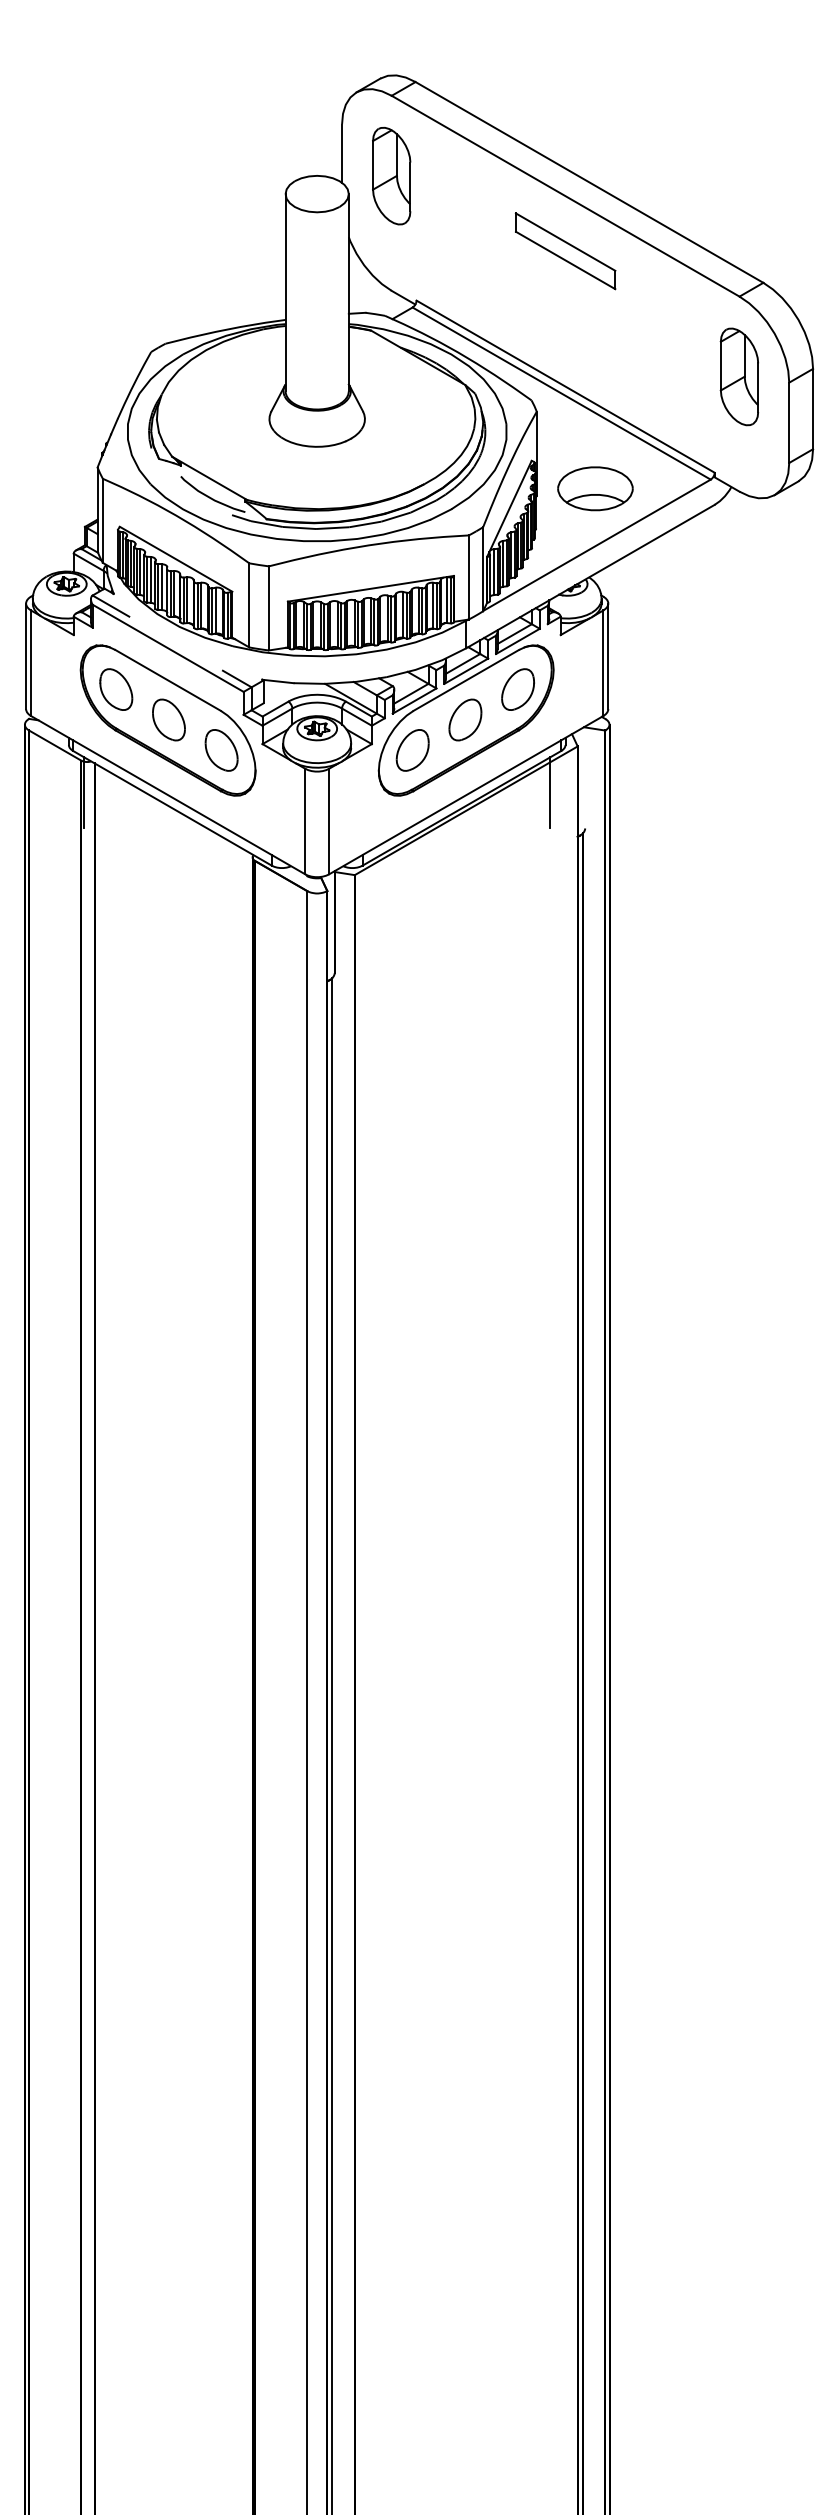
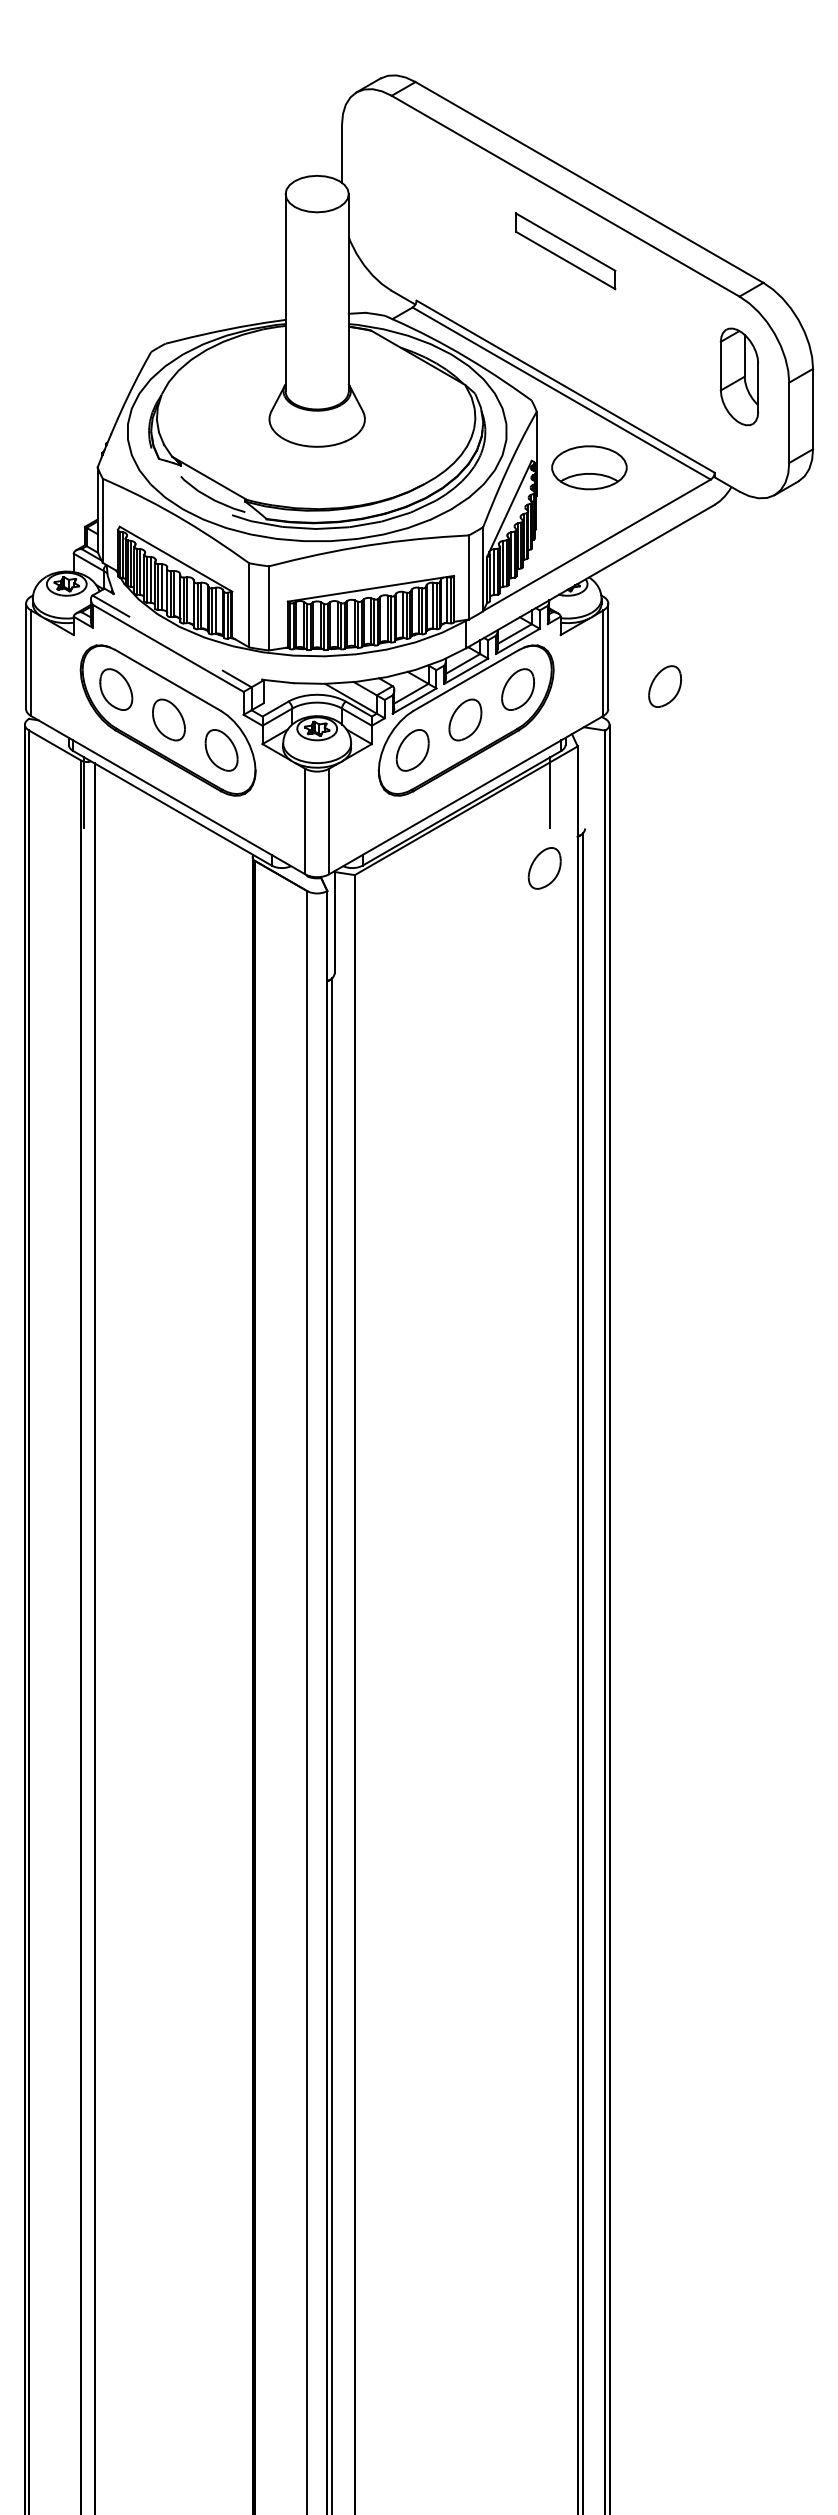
part at (391, 175): present -> none
part at (595, 488) position: (595, 488) -> (589, 467)
part at (664, 686): none -> present
part at (544, 868): none -> present
